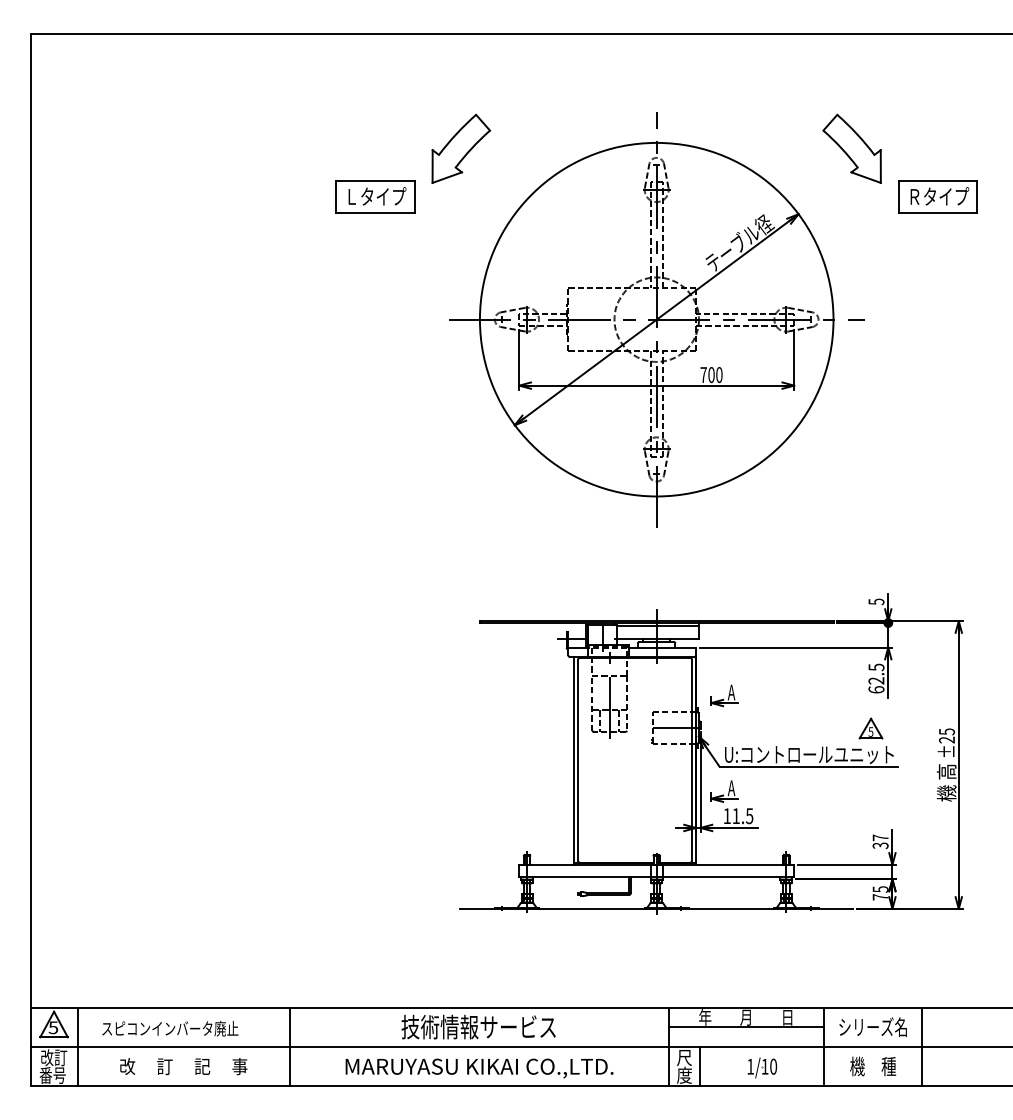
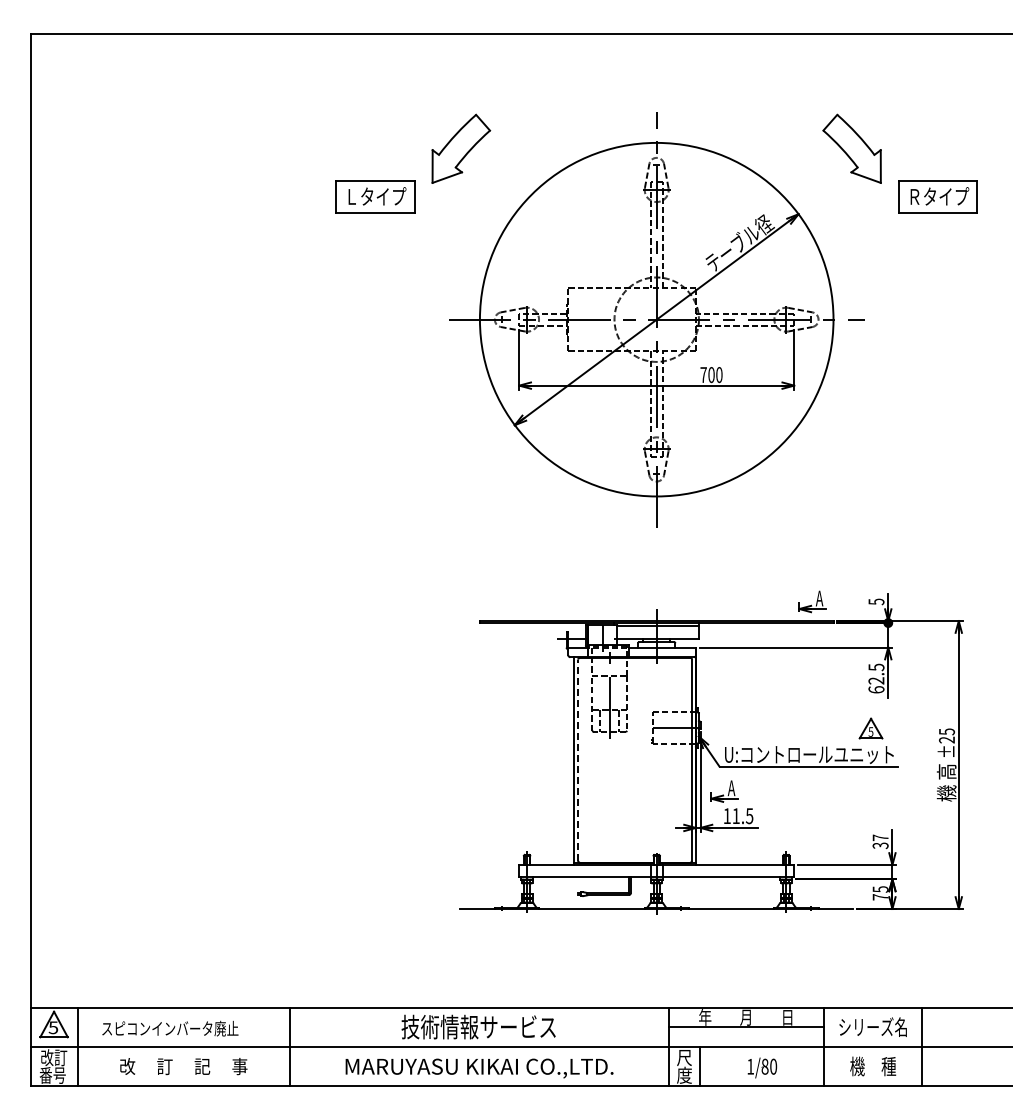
part at (724, 695) position: (724, 695) -> (812, 601)
line at (578, 760): solid -> dashed
text at (764, 1066): 1/10 -> 1/80
